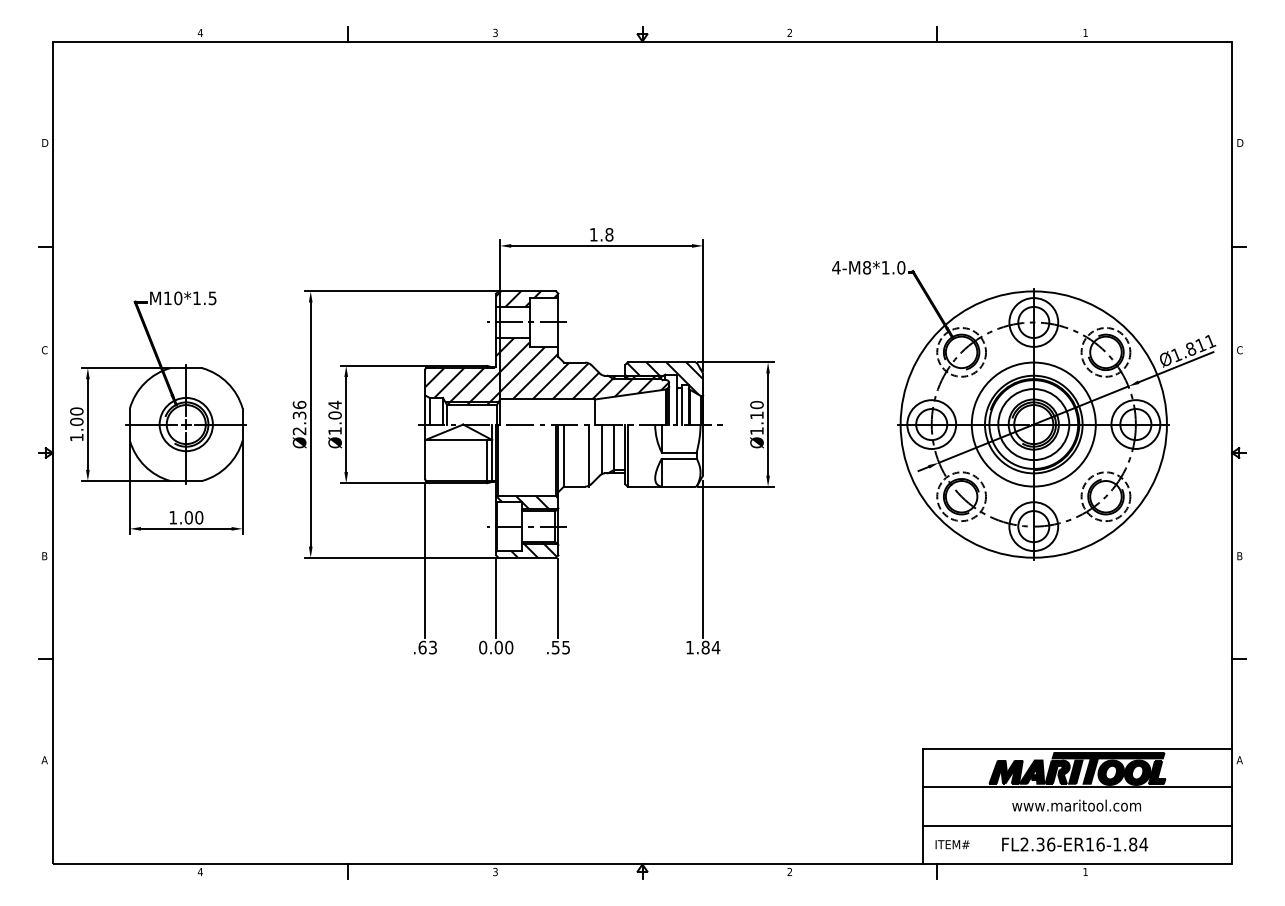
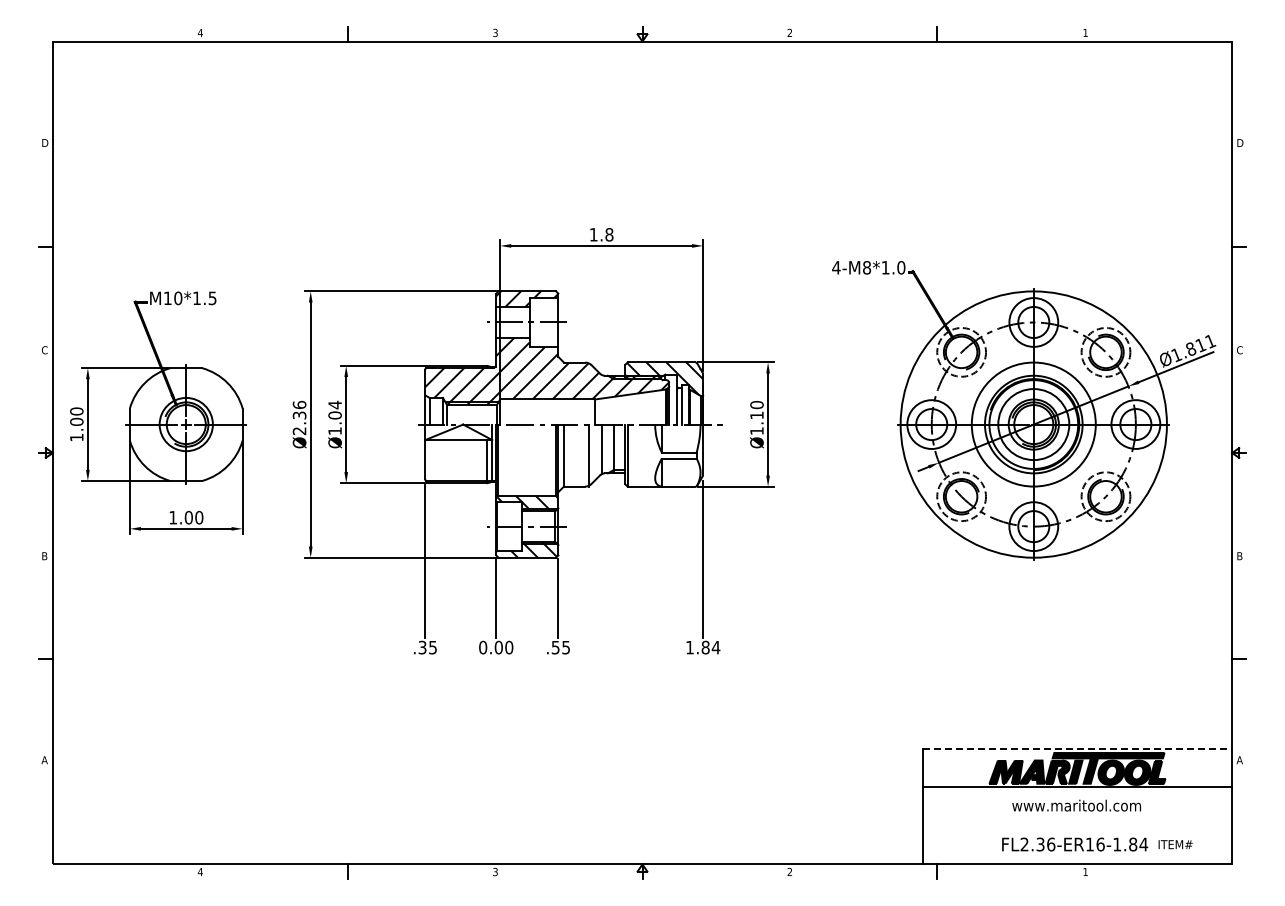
text at (427, 647): .63 -> .35
line at (1077, 748): solid -> dashed
line at (1077, 825): present -> none
text at (952, 844) position: (952, 844) -> (1175, 844)
